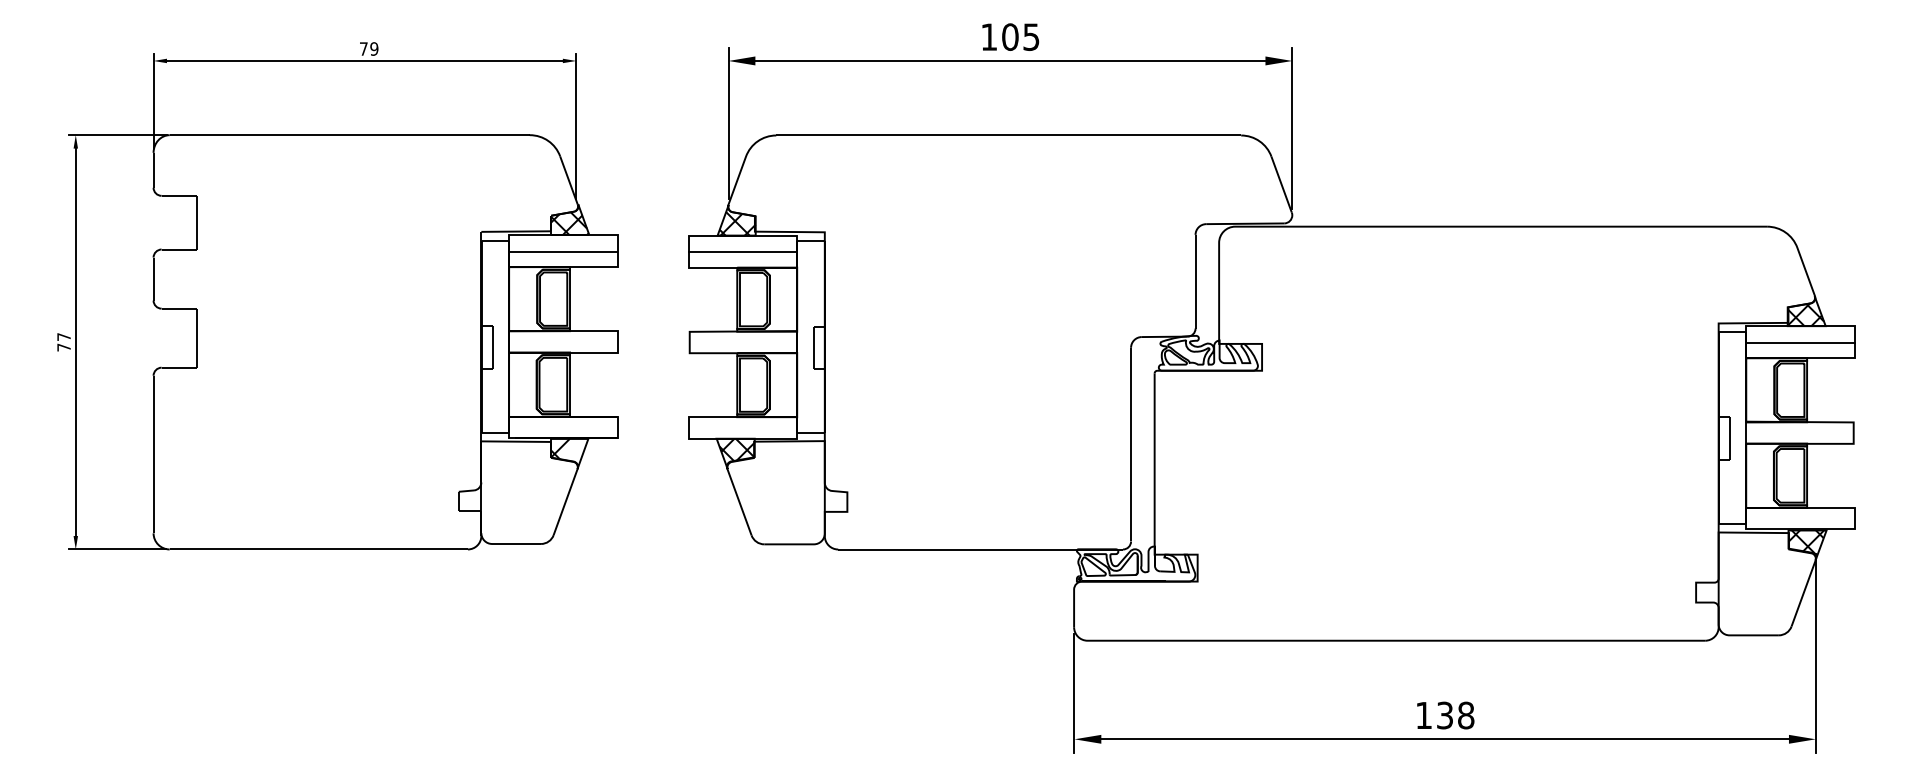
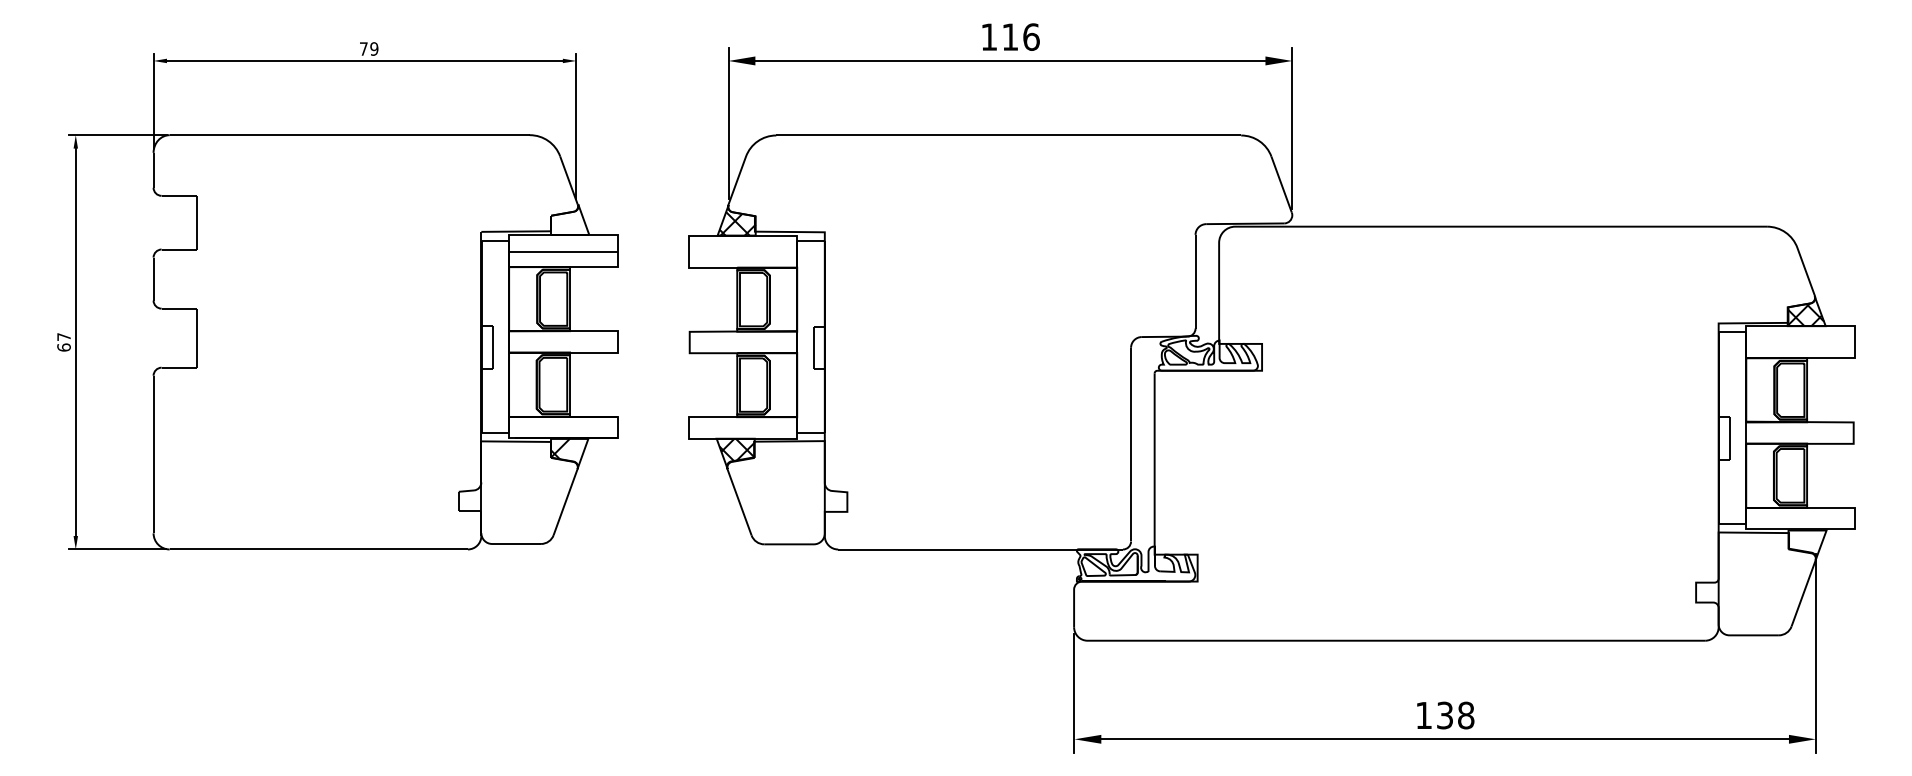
text at (1020, 36): 105 -> 116
hatch at (569, 223): present -> none
line at (742, 252): present -> none
line at (1800, 342): present -> none
text at (63, 347): 77 -> 67
hatch at (1806, 542): present -> none
